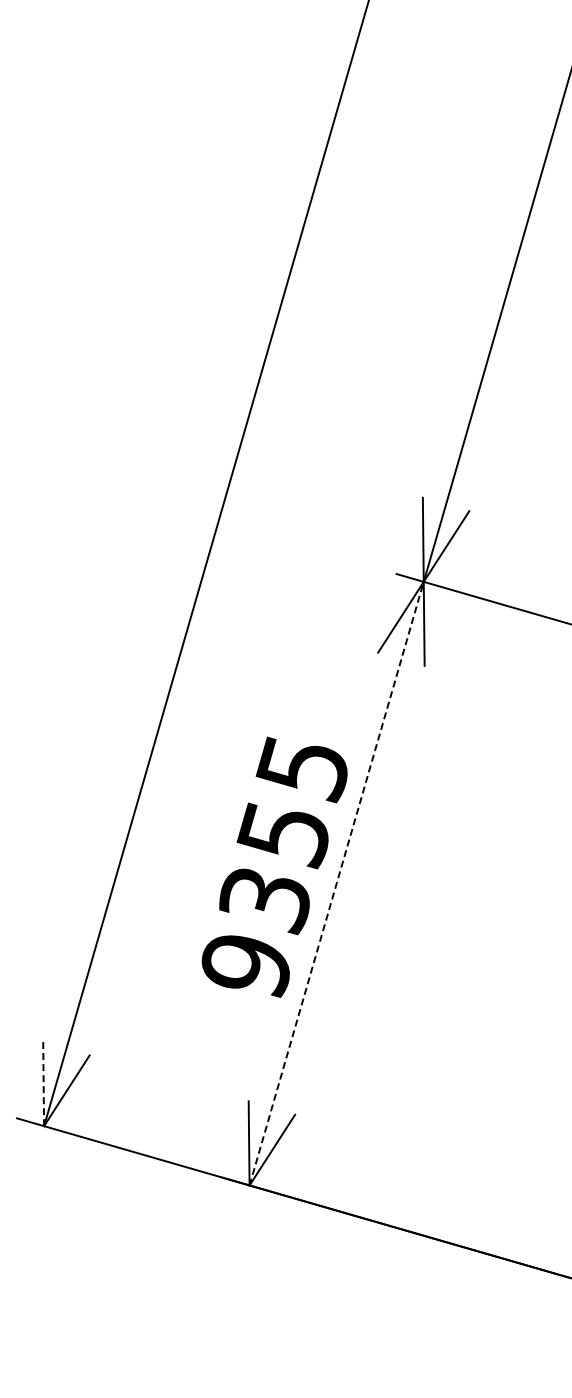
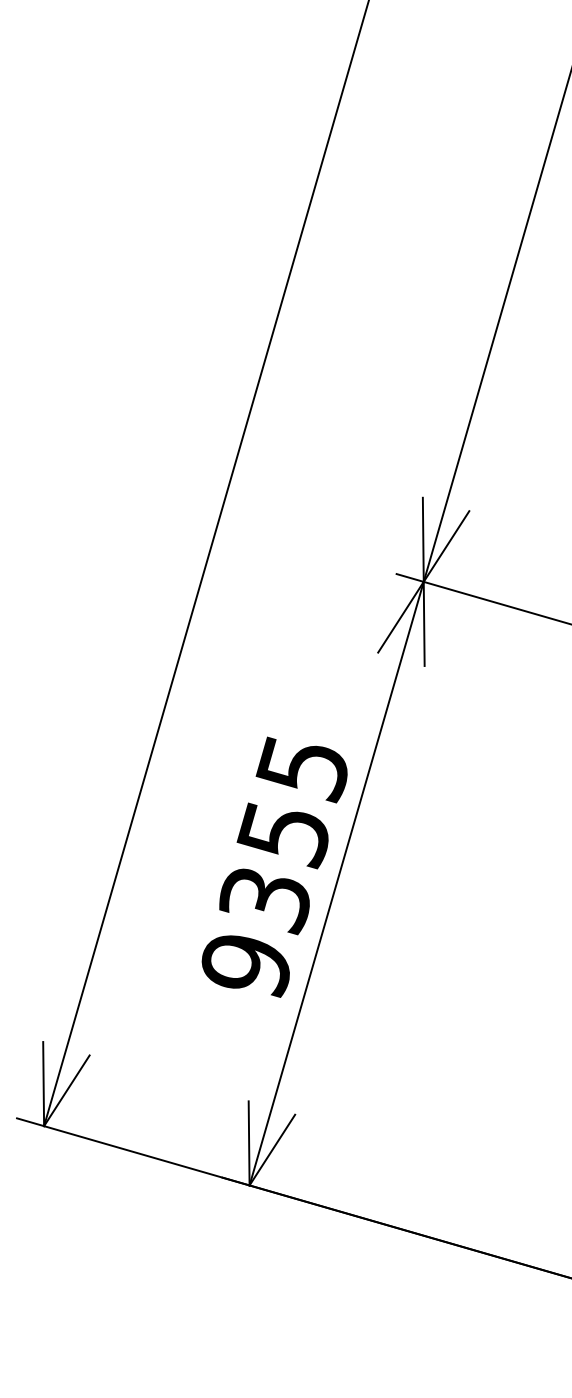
line at (336, 883): dashed -> solid
line at (43, 1084): dashed -> solid
